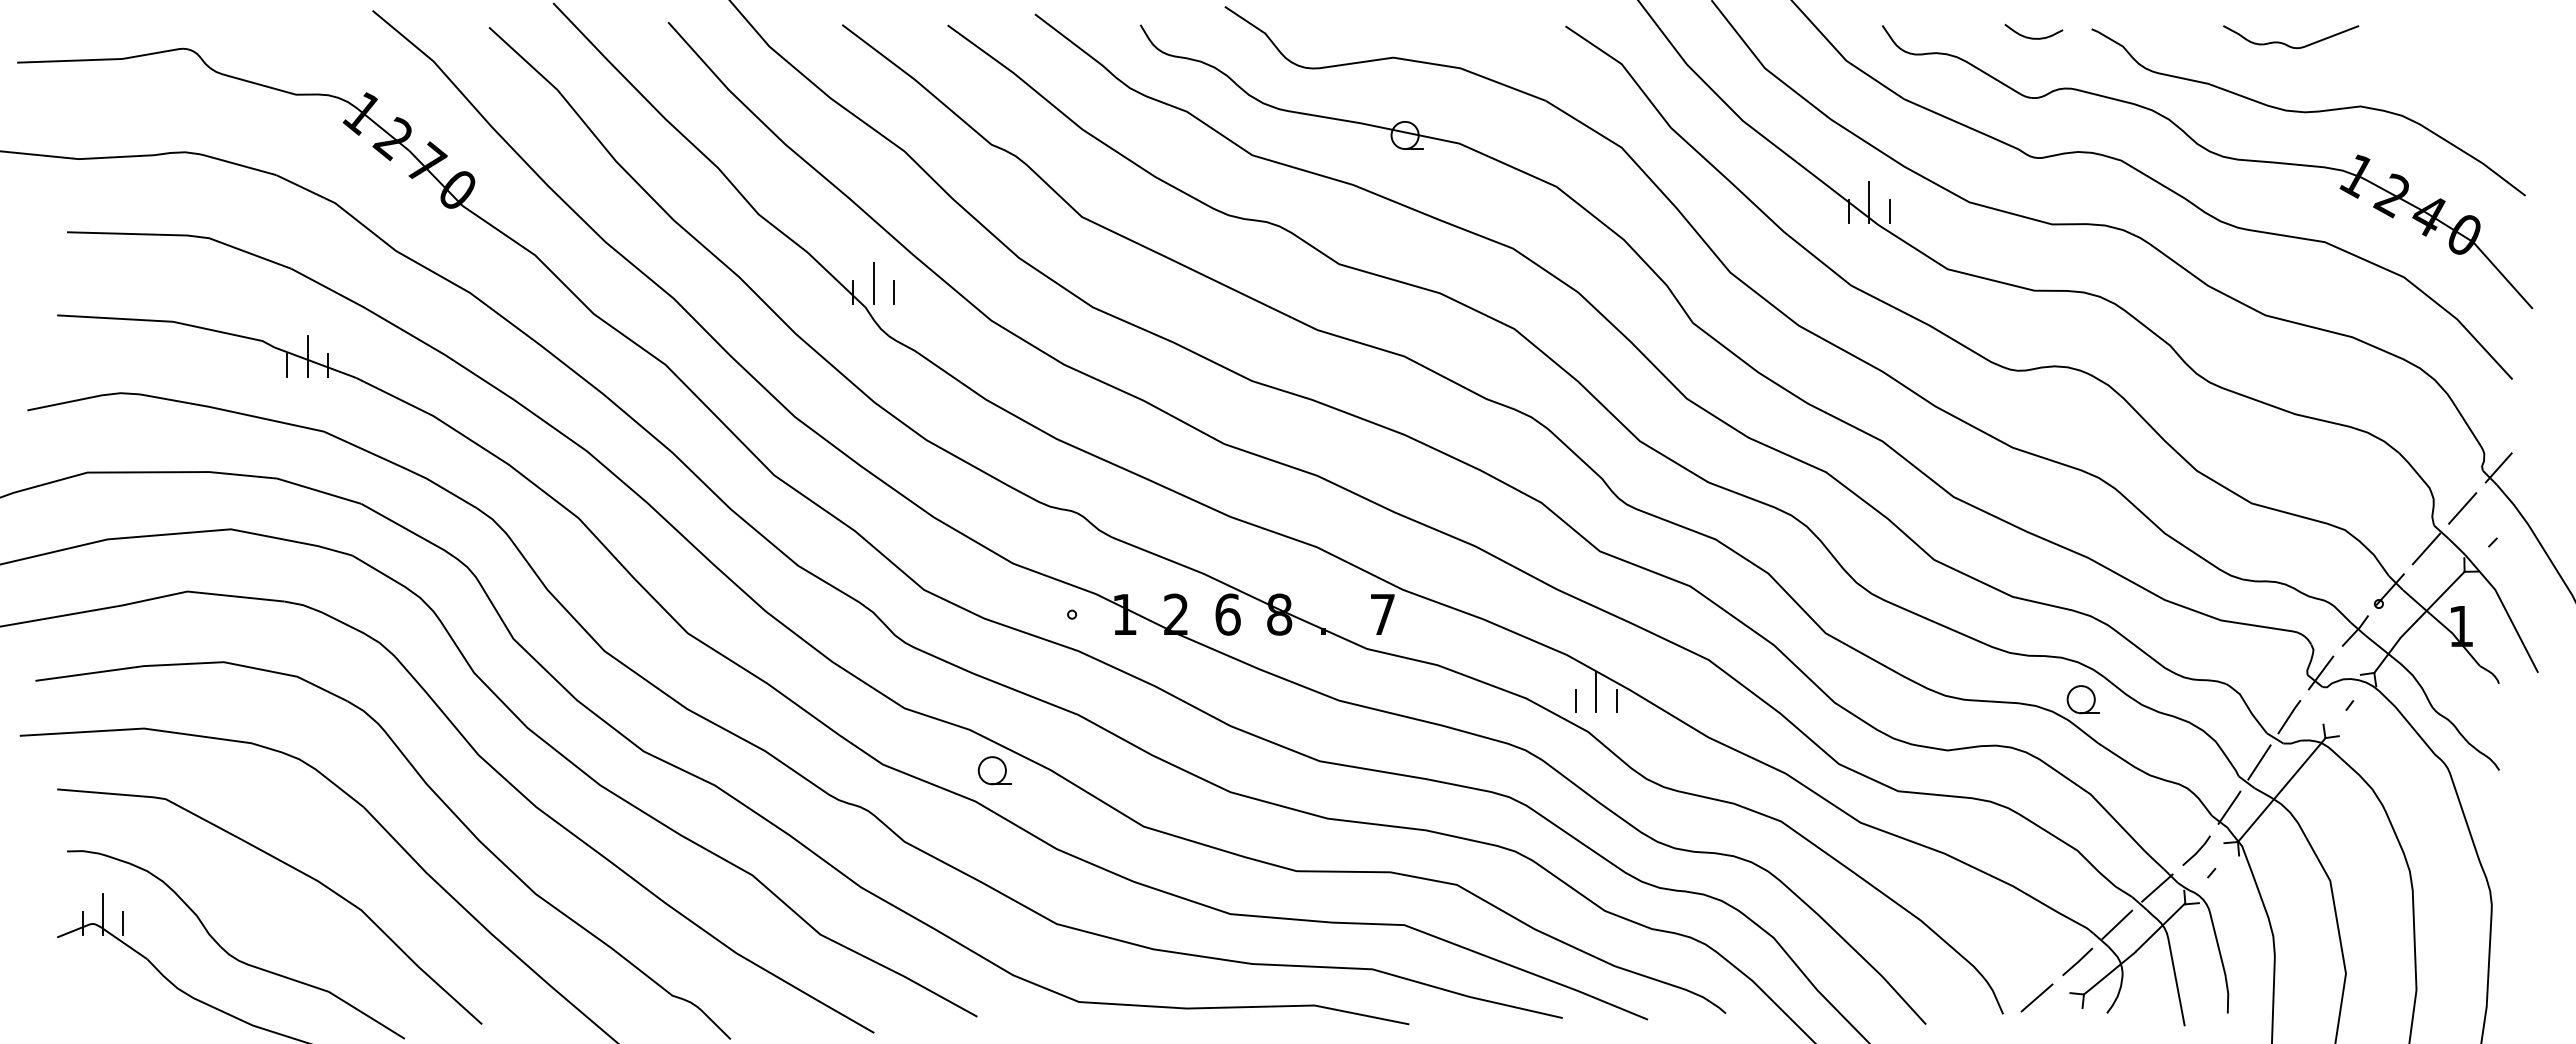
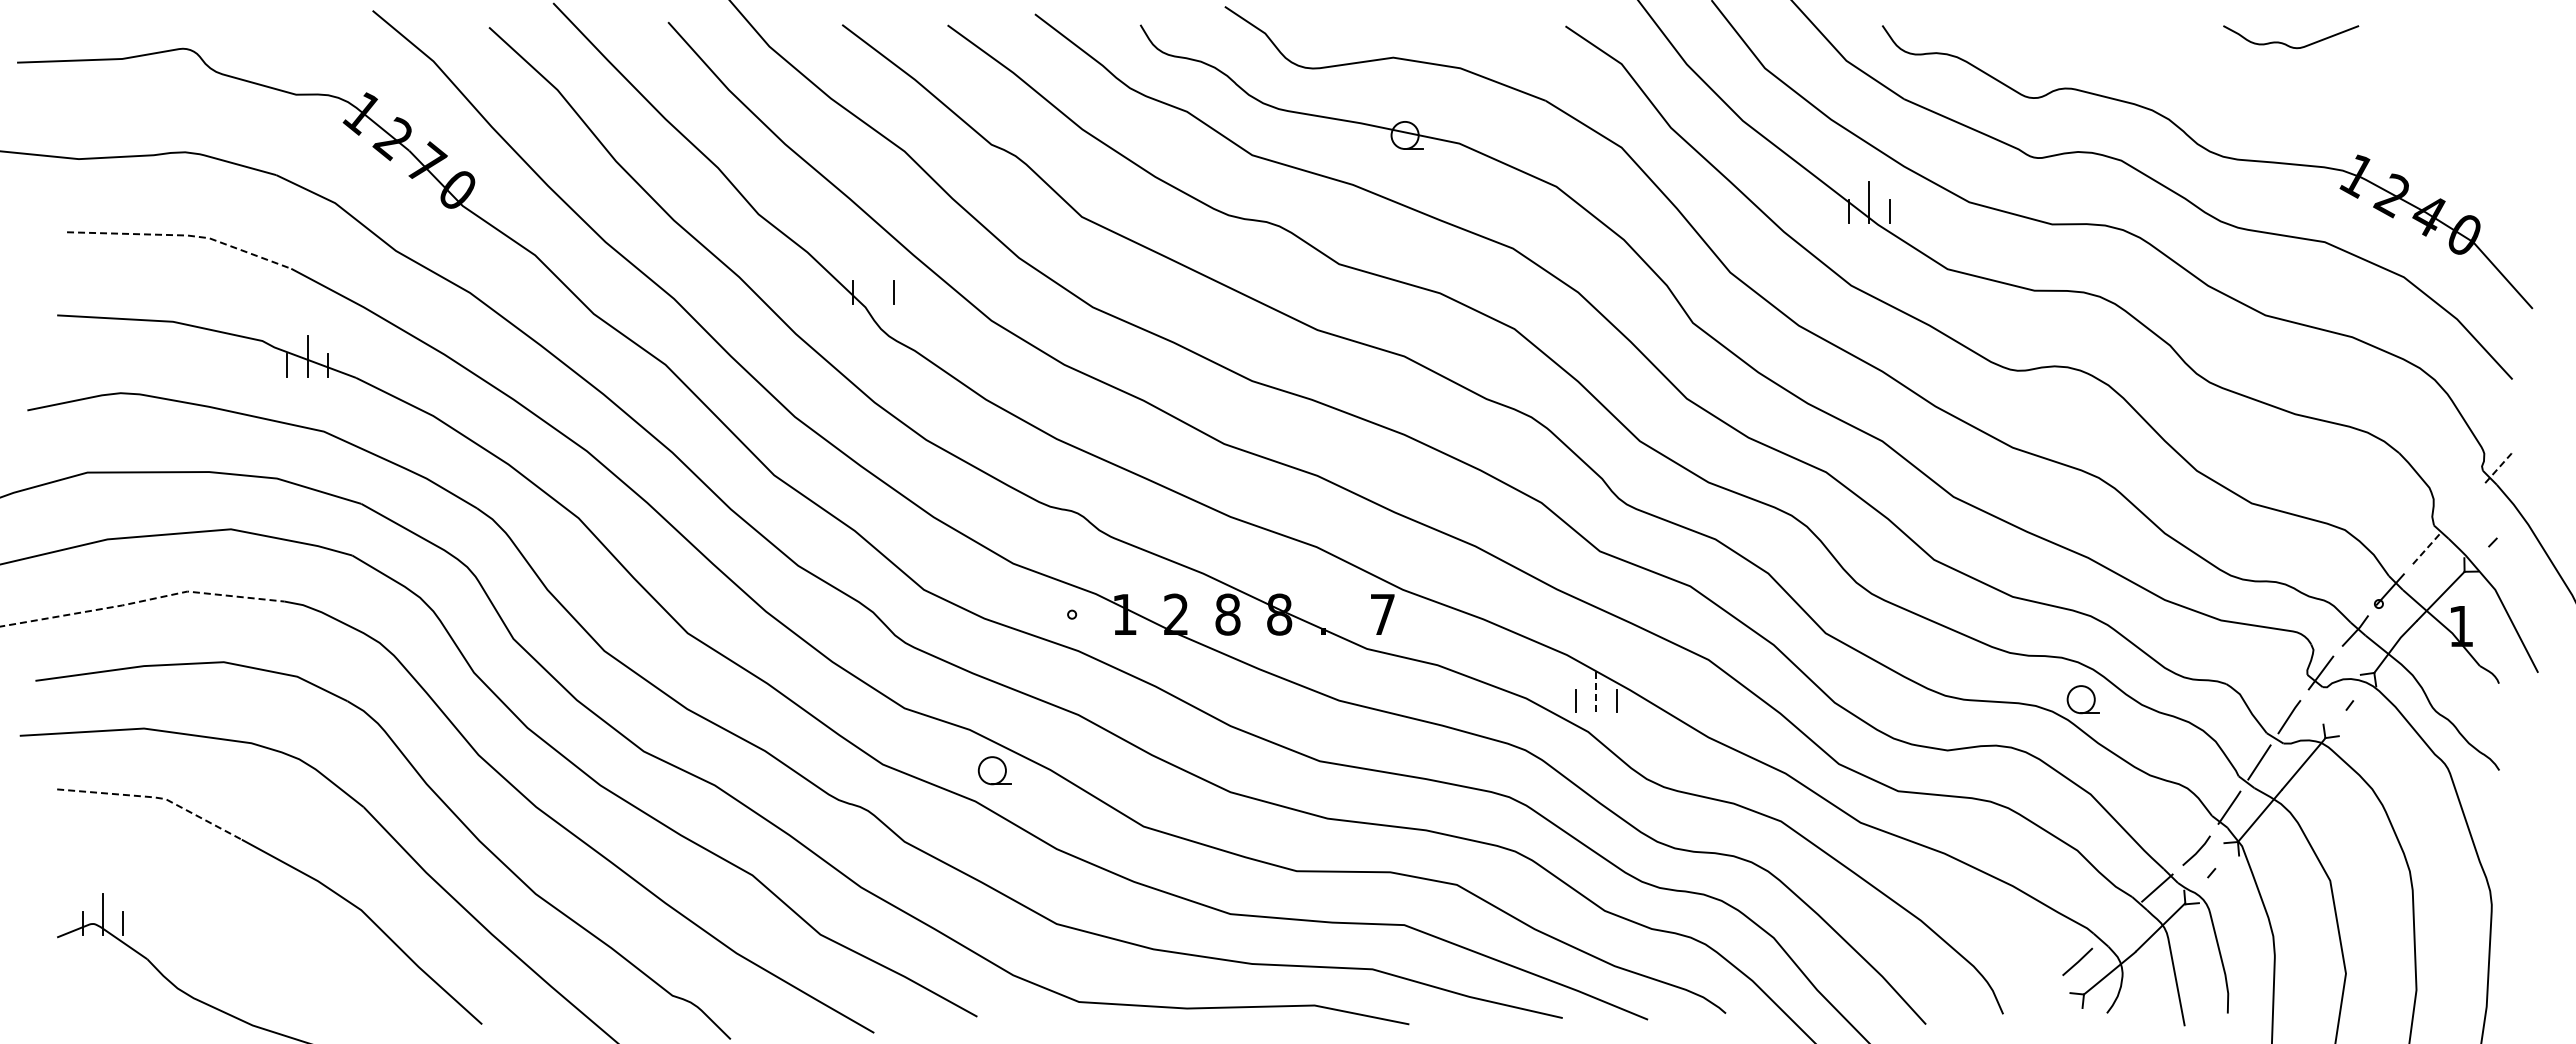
curve at (2033, 37): present -> none
curve at (2308, 112): present -> none
line at (183, 235): solid -> dashed
line at (873, 283): present -> none
line at (2499, 466): solid -> dashed
line at (2462, 508): present -> none
line at (2426, 548): solid -> dashed
line at (142, 601): solid -> dashed
text at (1227, 614): 6 -> 8
line at (1596, 691): solid -> dashed
line at (154, 797): solid -> dashed
line at (2117, 924): present -> none
part at (227, 951): present -> none
line at (2036, 997): present -> none
